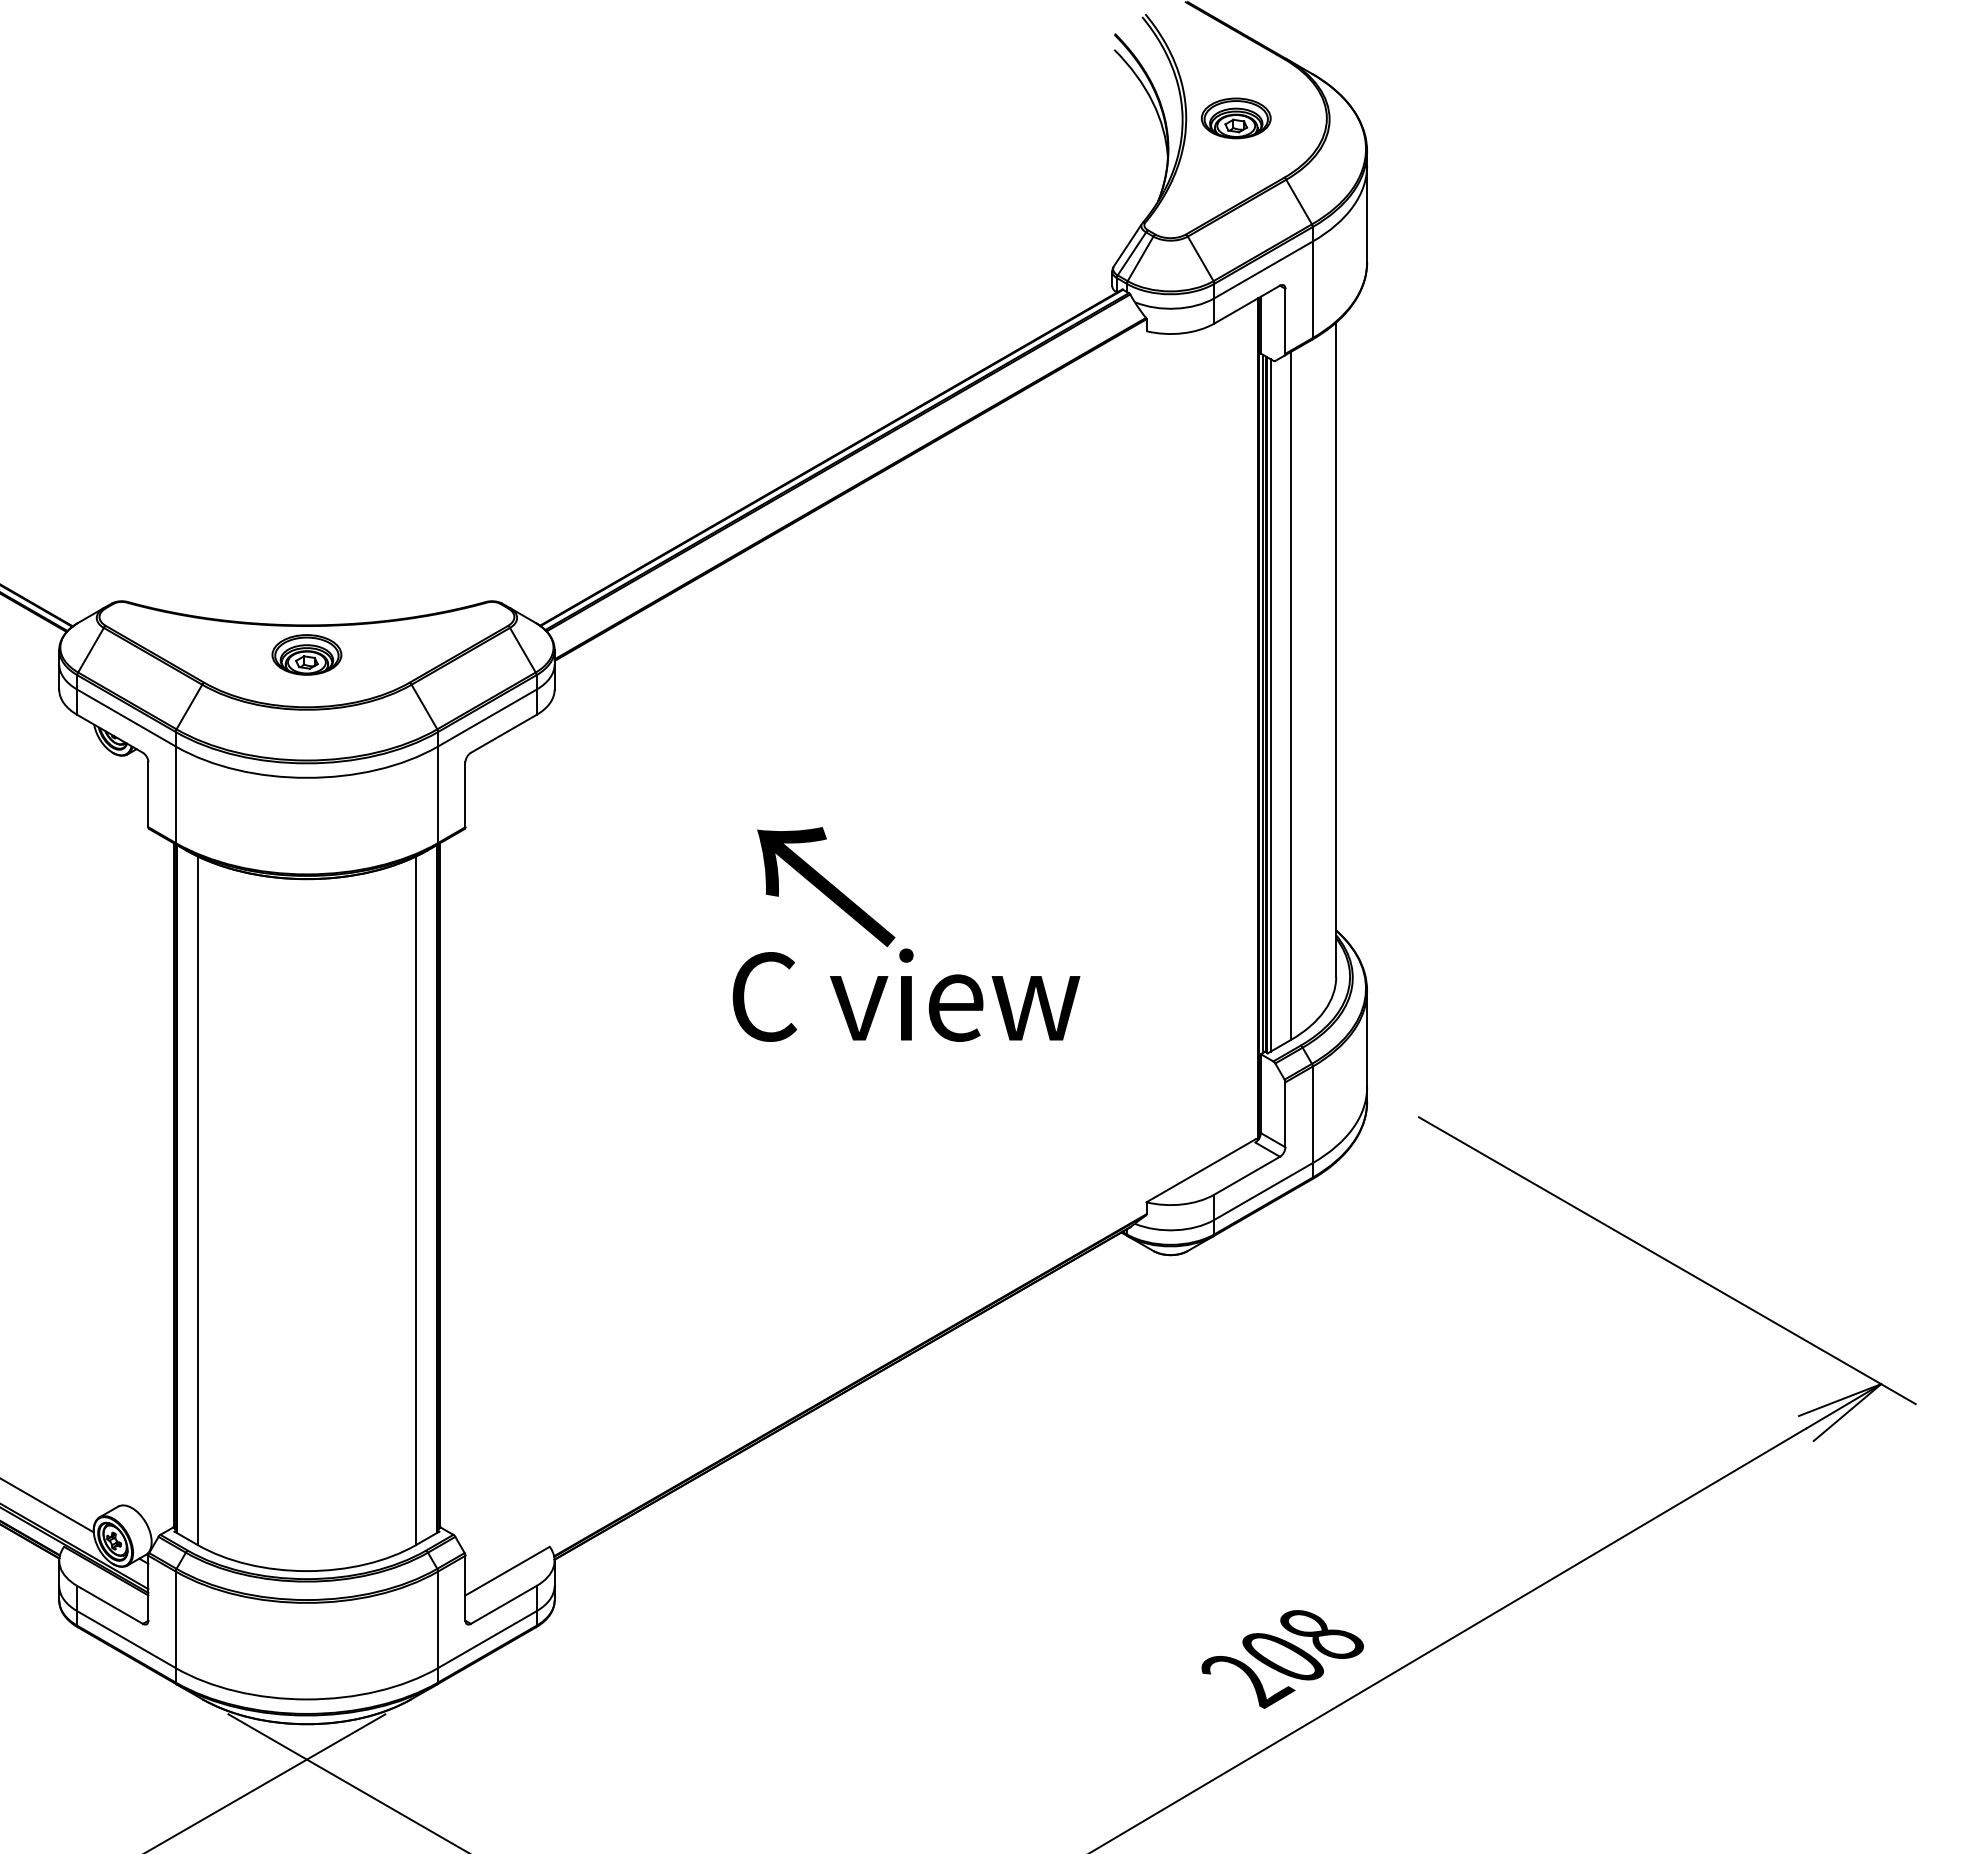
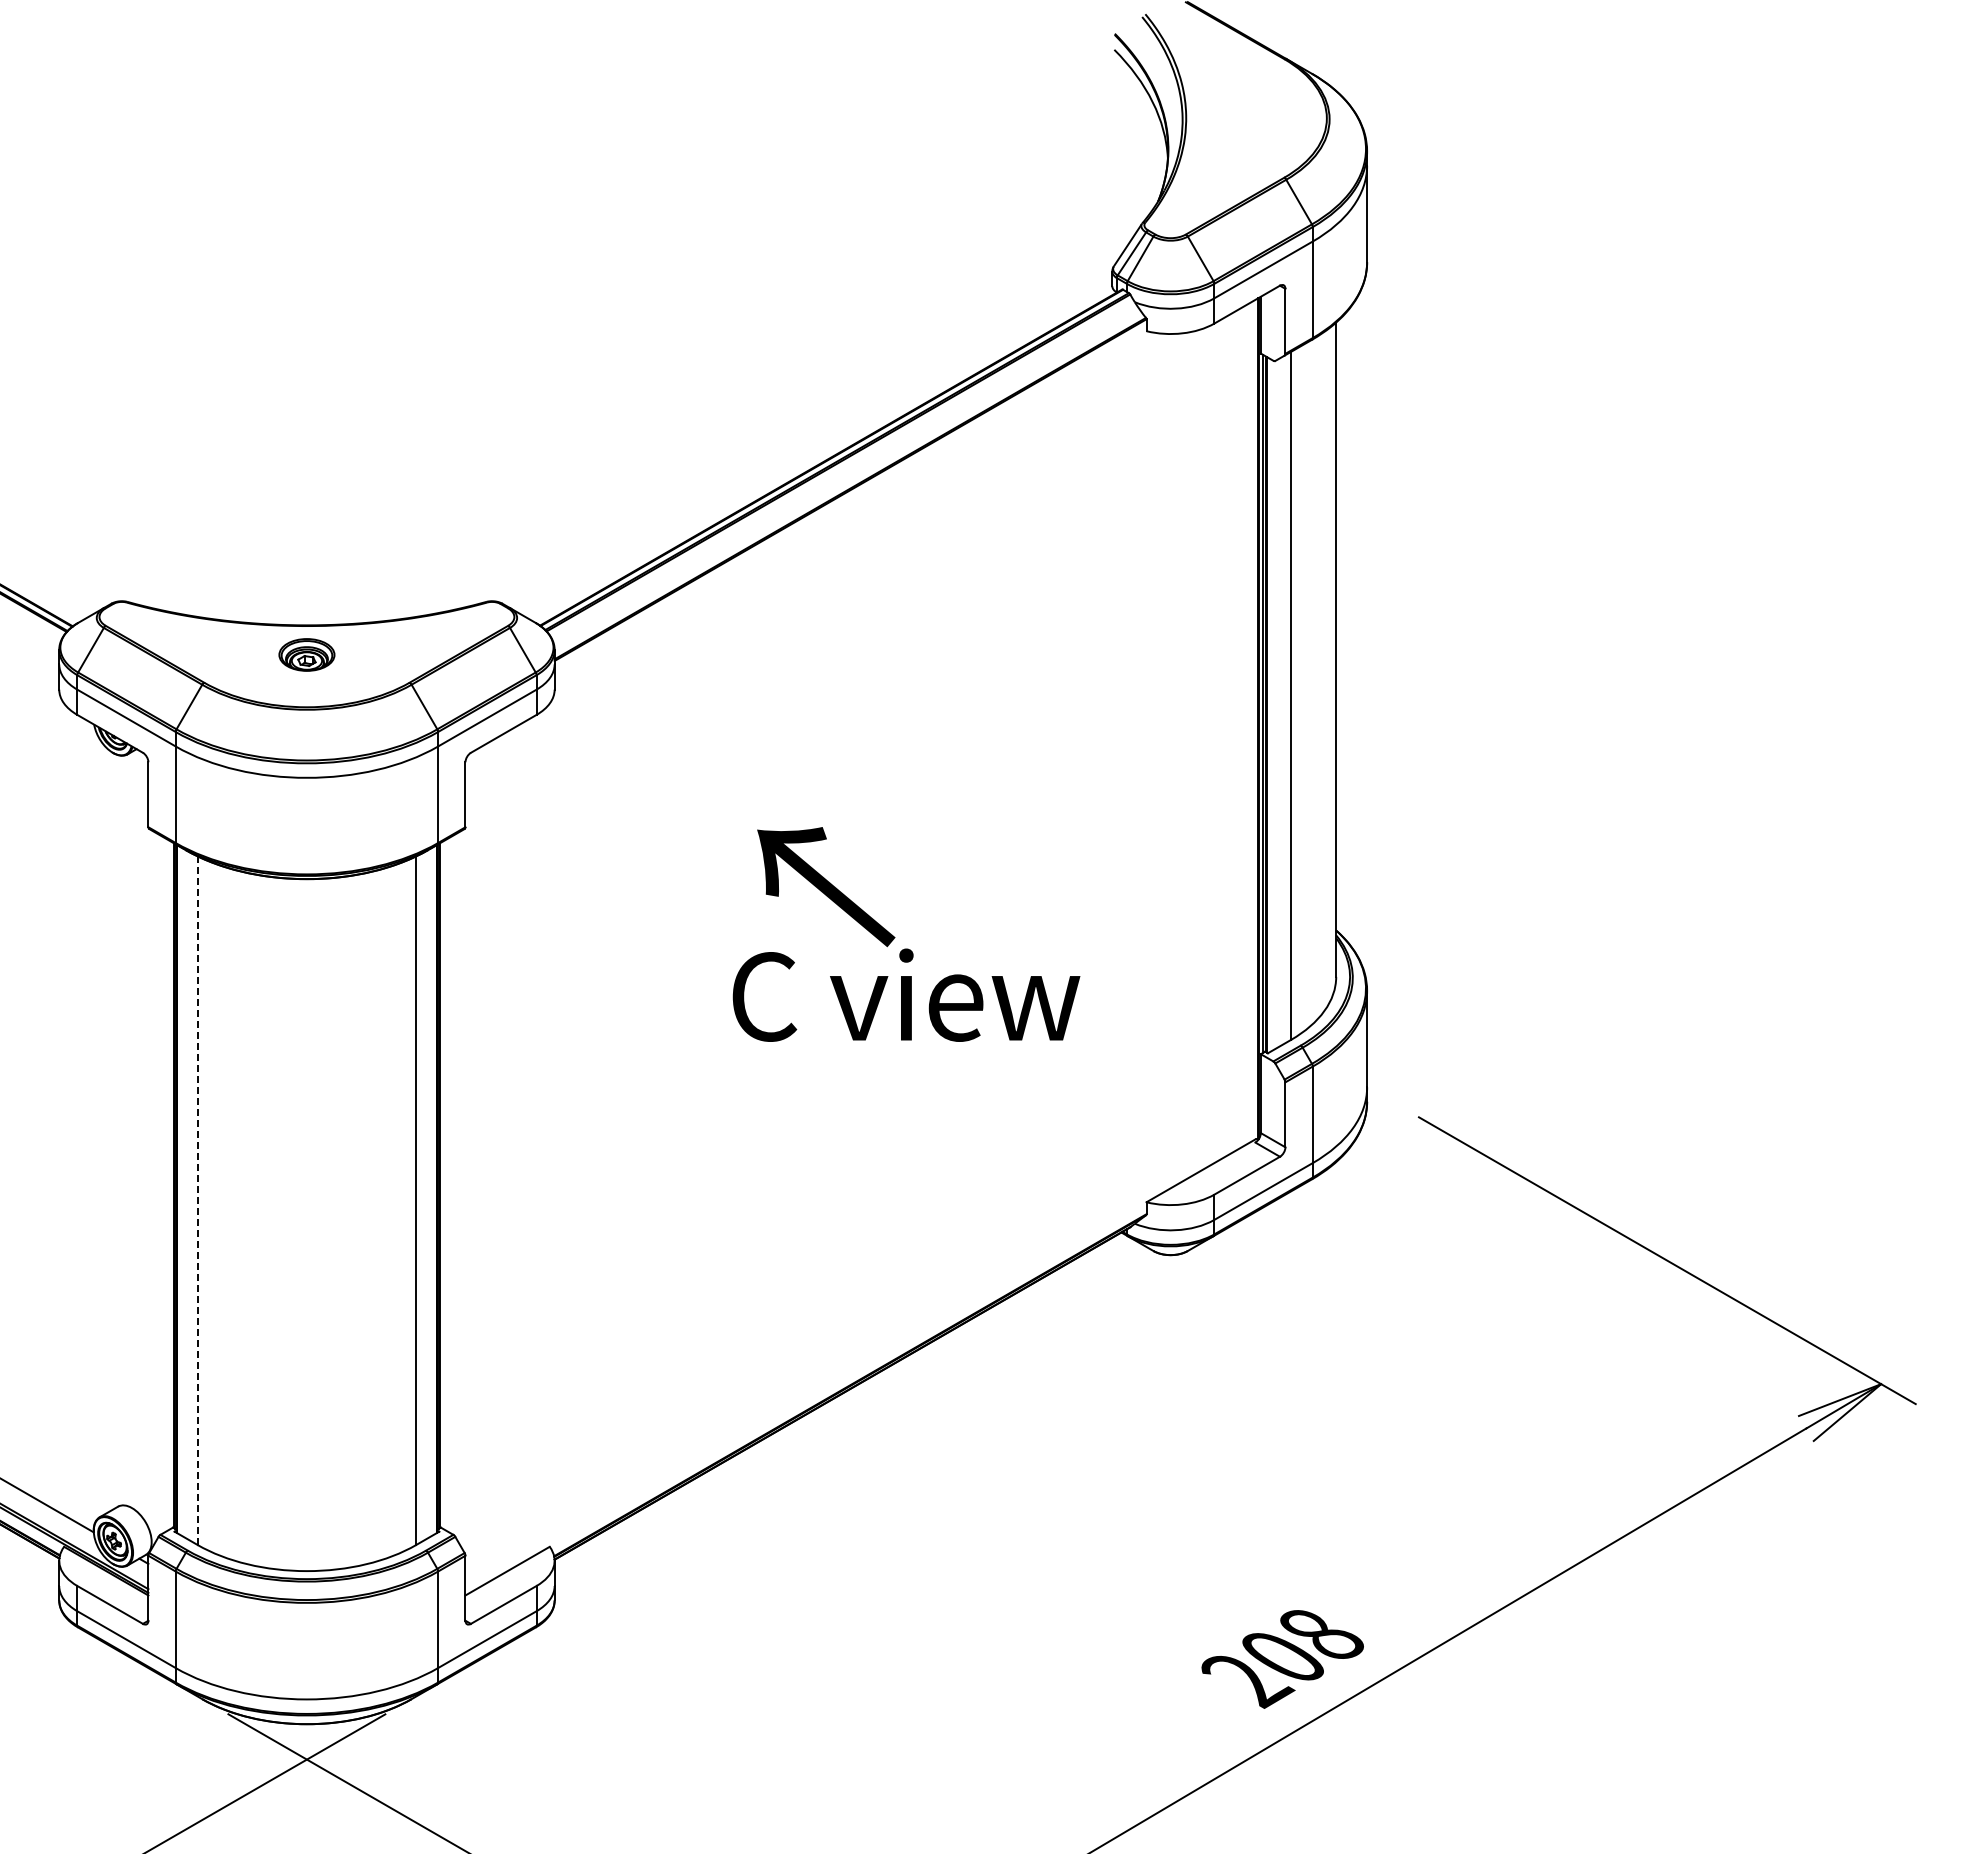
part at (1235, 118): present -> none
part at (306, 654) size: 72x42 px -> 58x34 px
line at (1270, 705): present -> none
line at (197, 1201): solid -> dashed
